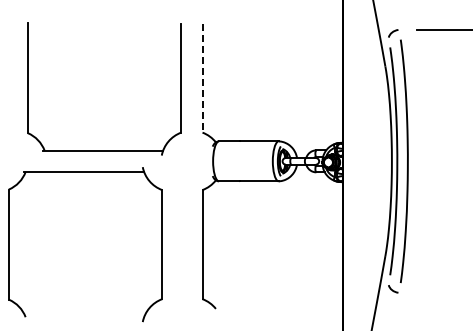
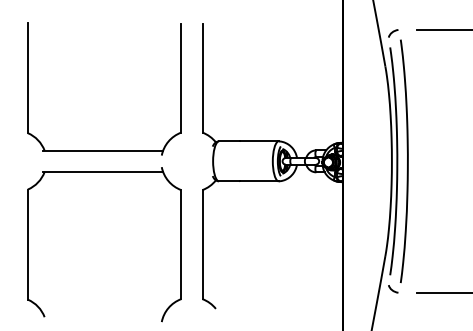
line at (202, 78): dashed -> solid
part at (85, 172) position: (85, 172) -> (104, 172)
line at (443, 292): none -> present
